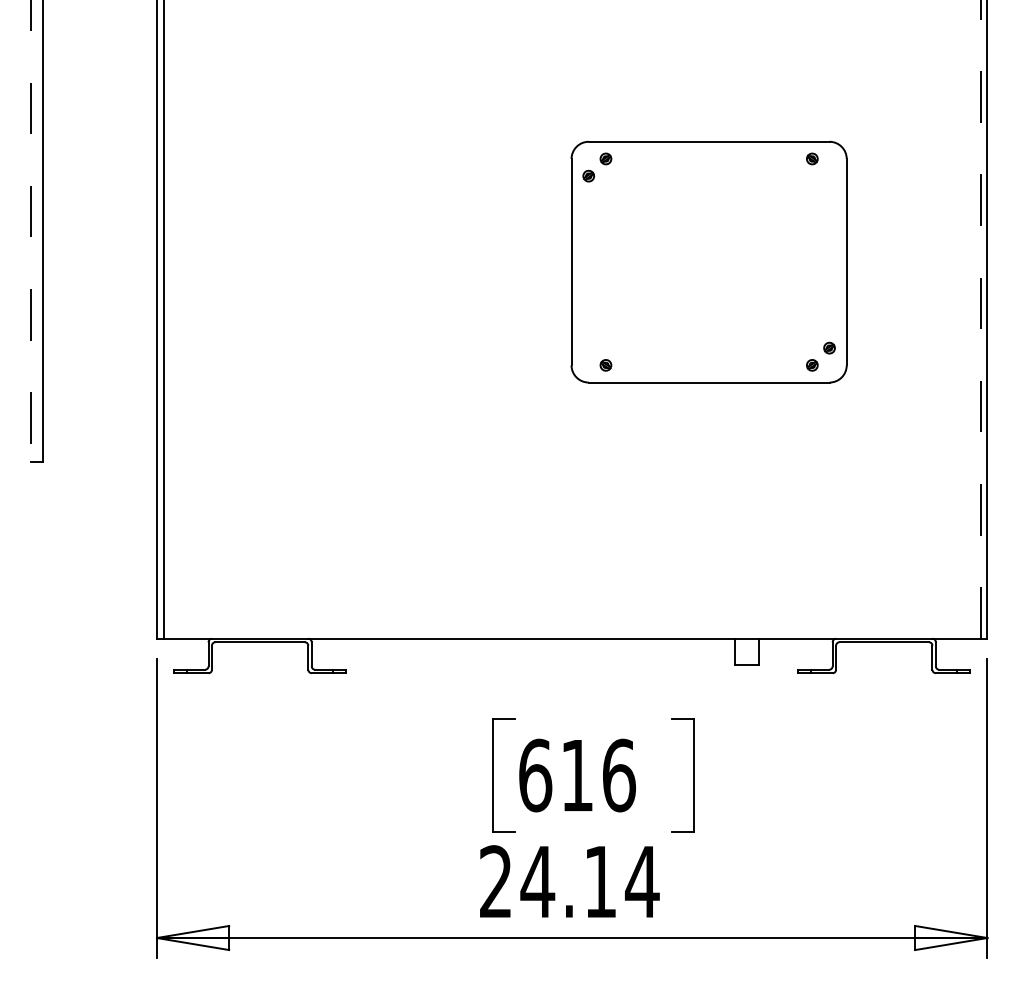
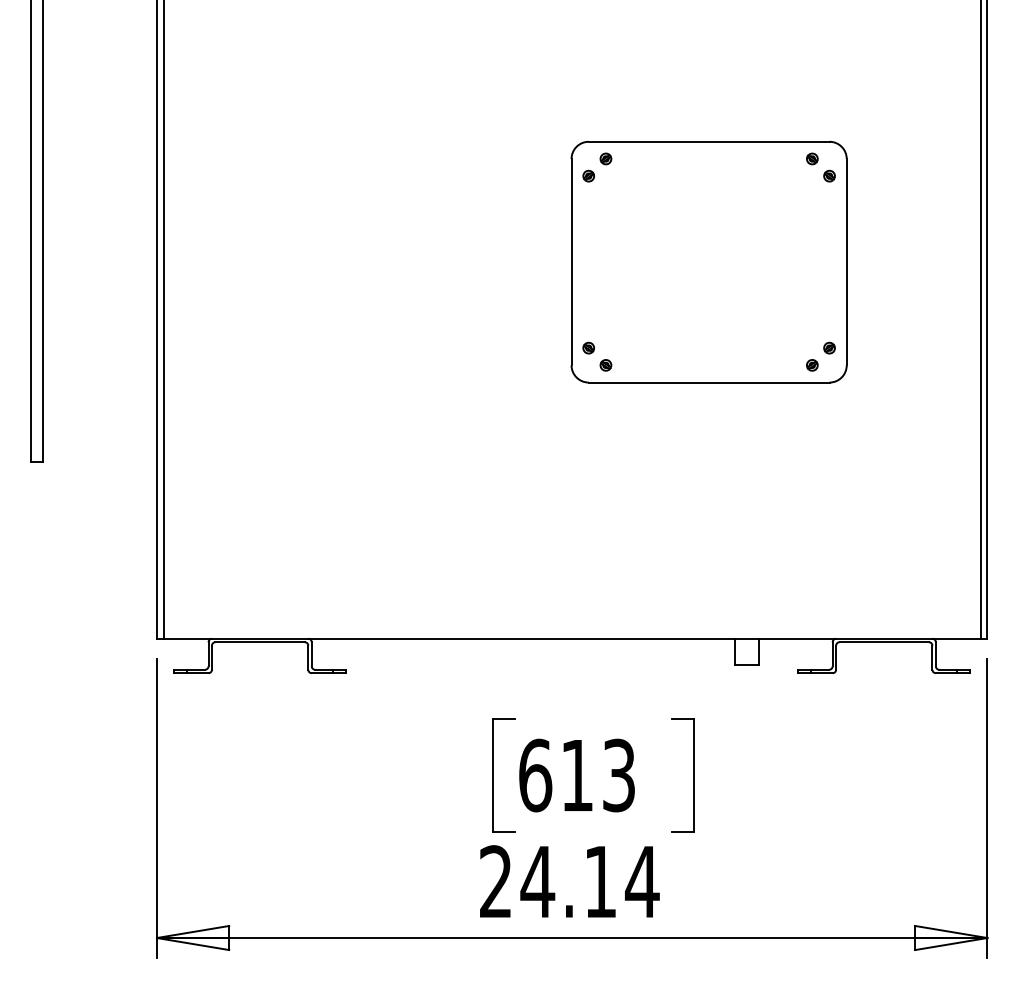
part at (829, 175): none -> present
line at (30, 231): dashed -> solid
line at (980, 319): dashed -> solid
part at (588, 347): none -> present
text at (619, 775): 616 -> 613
